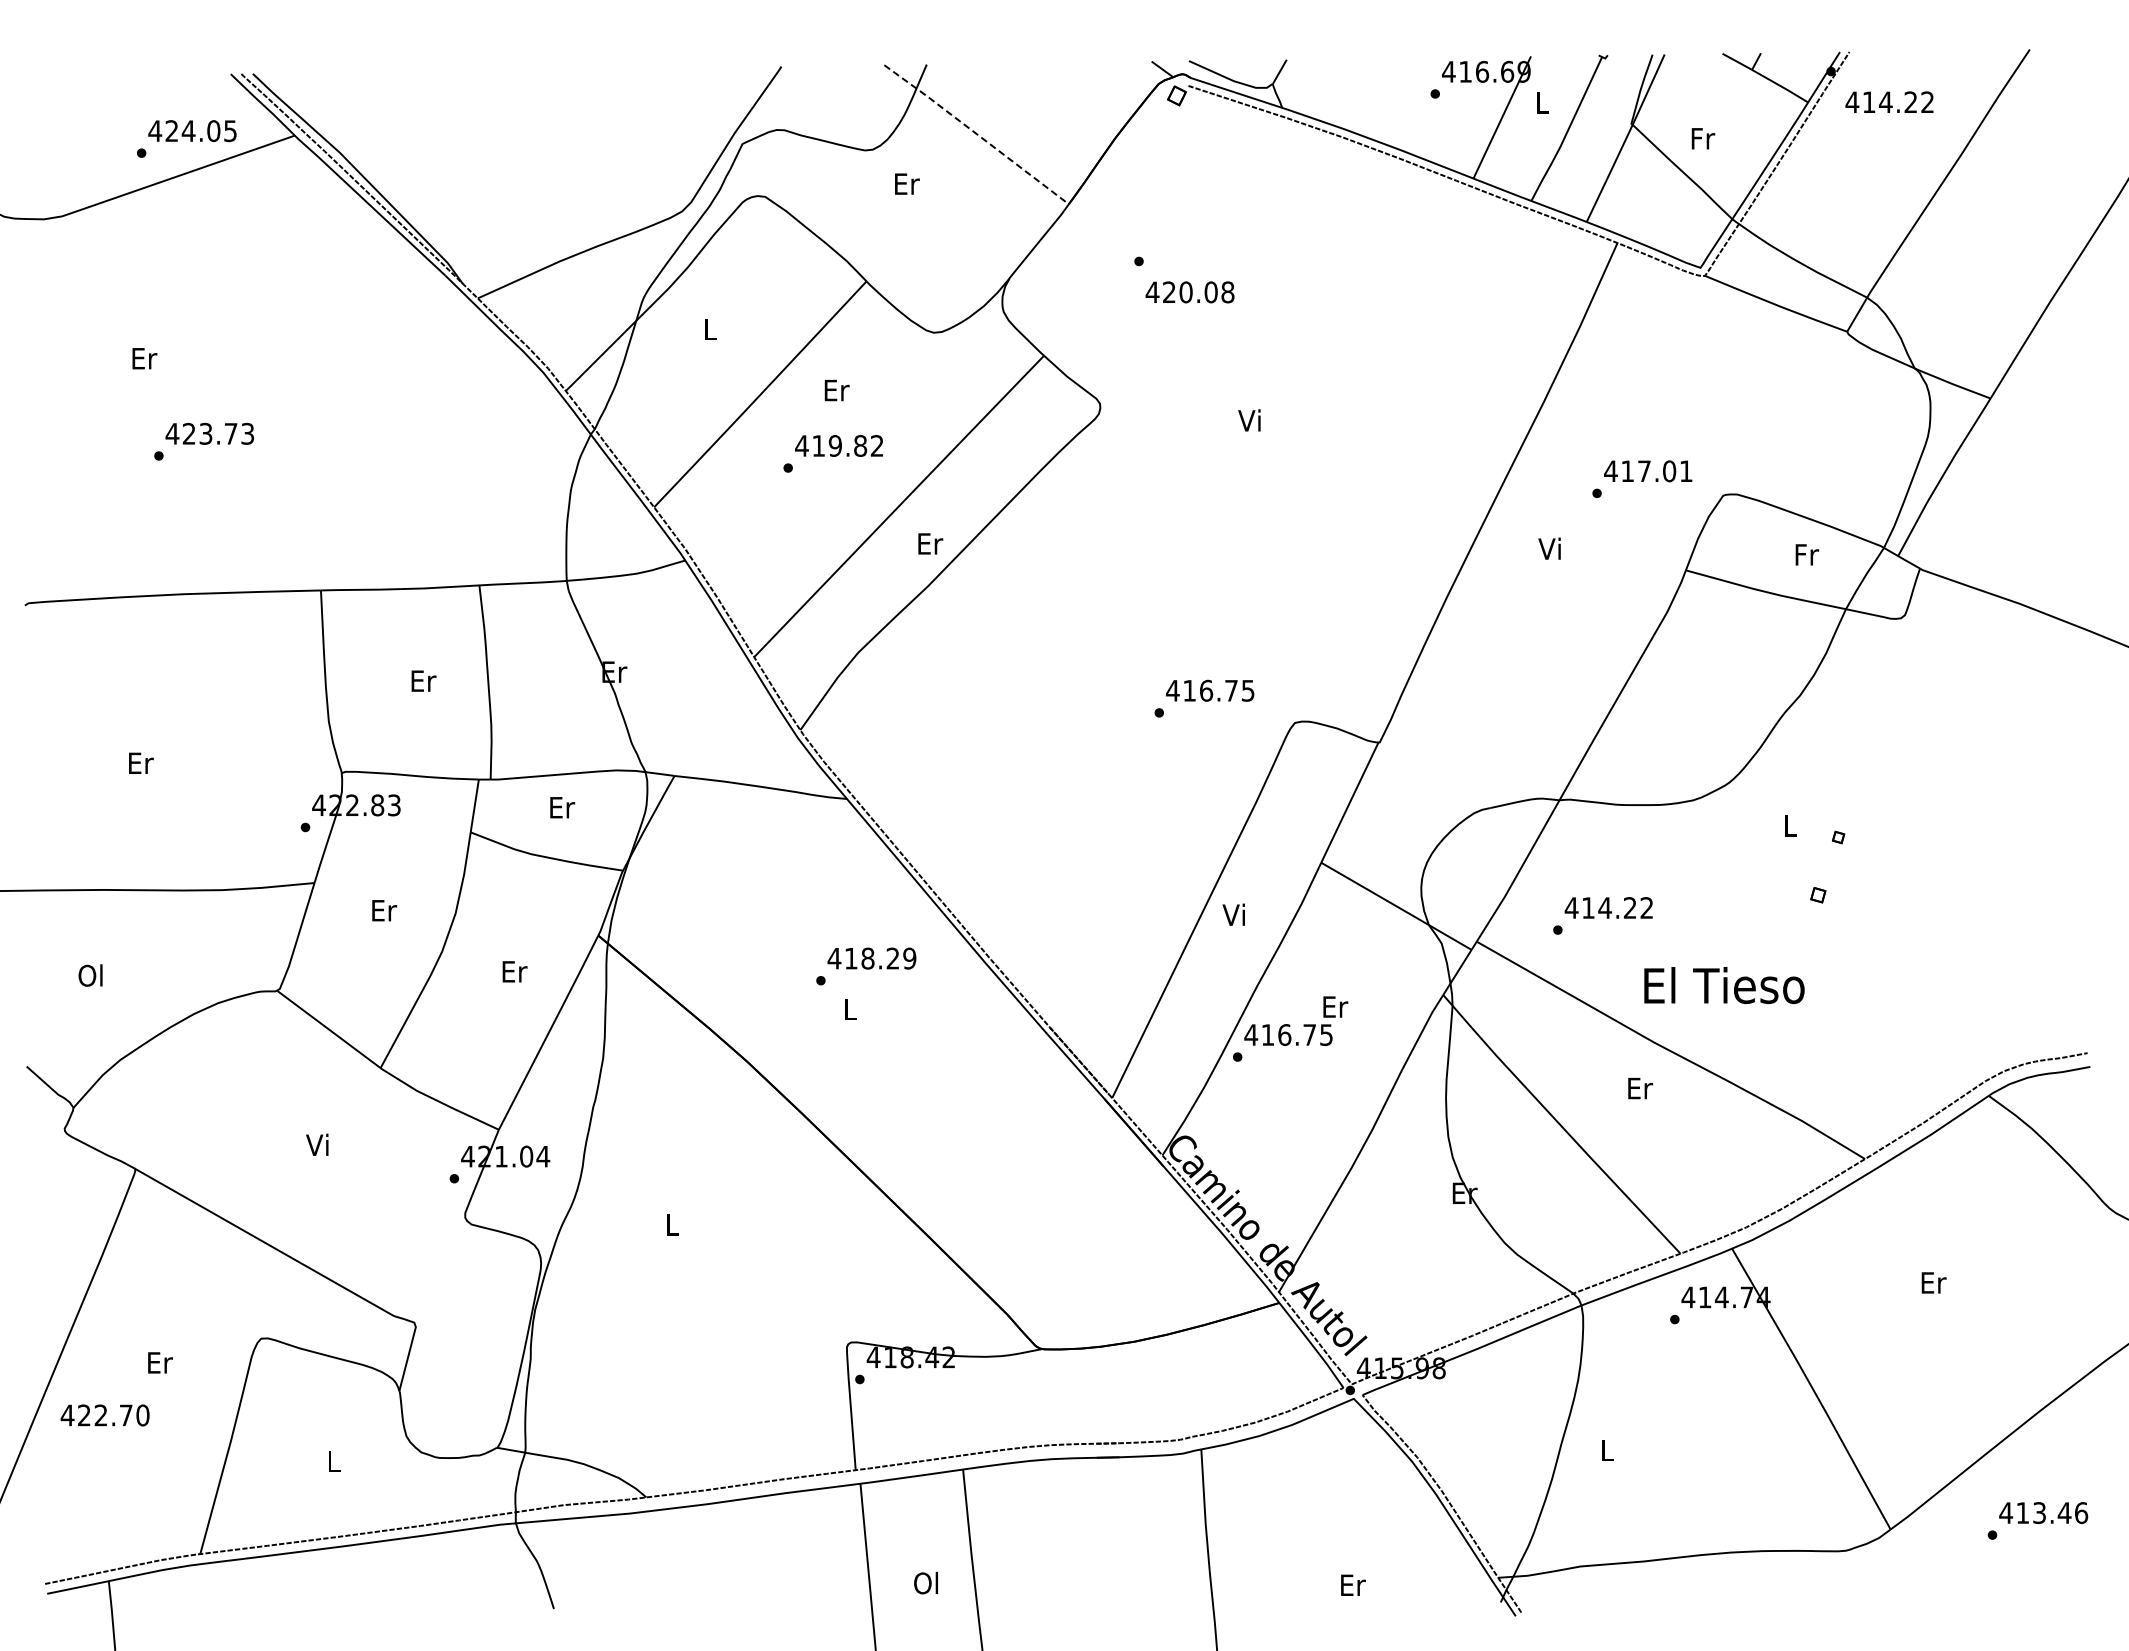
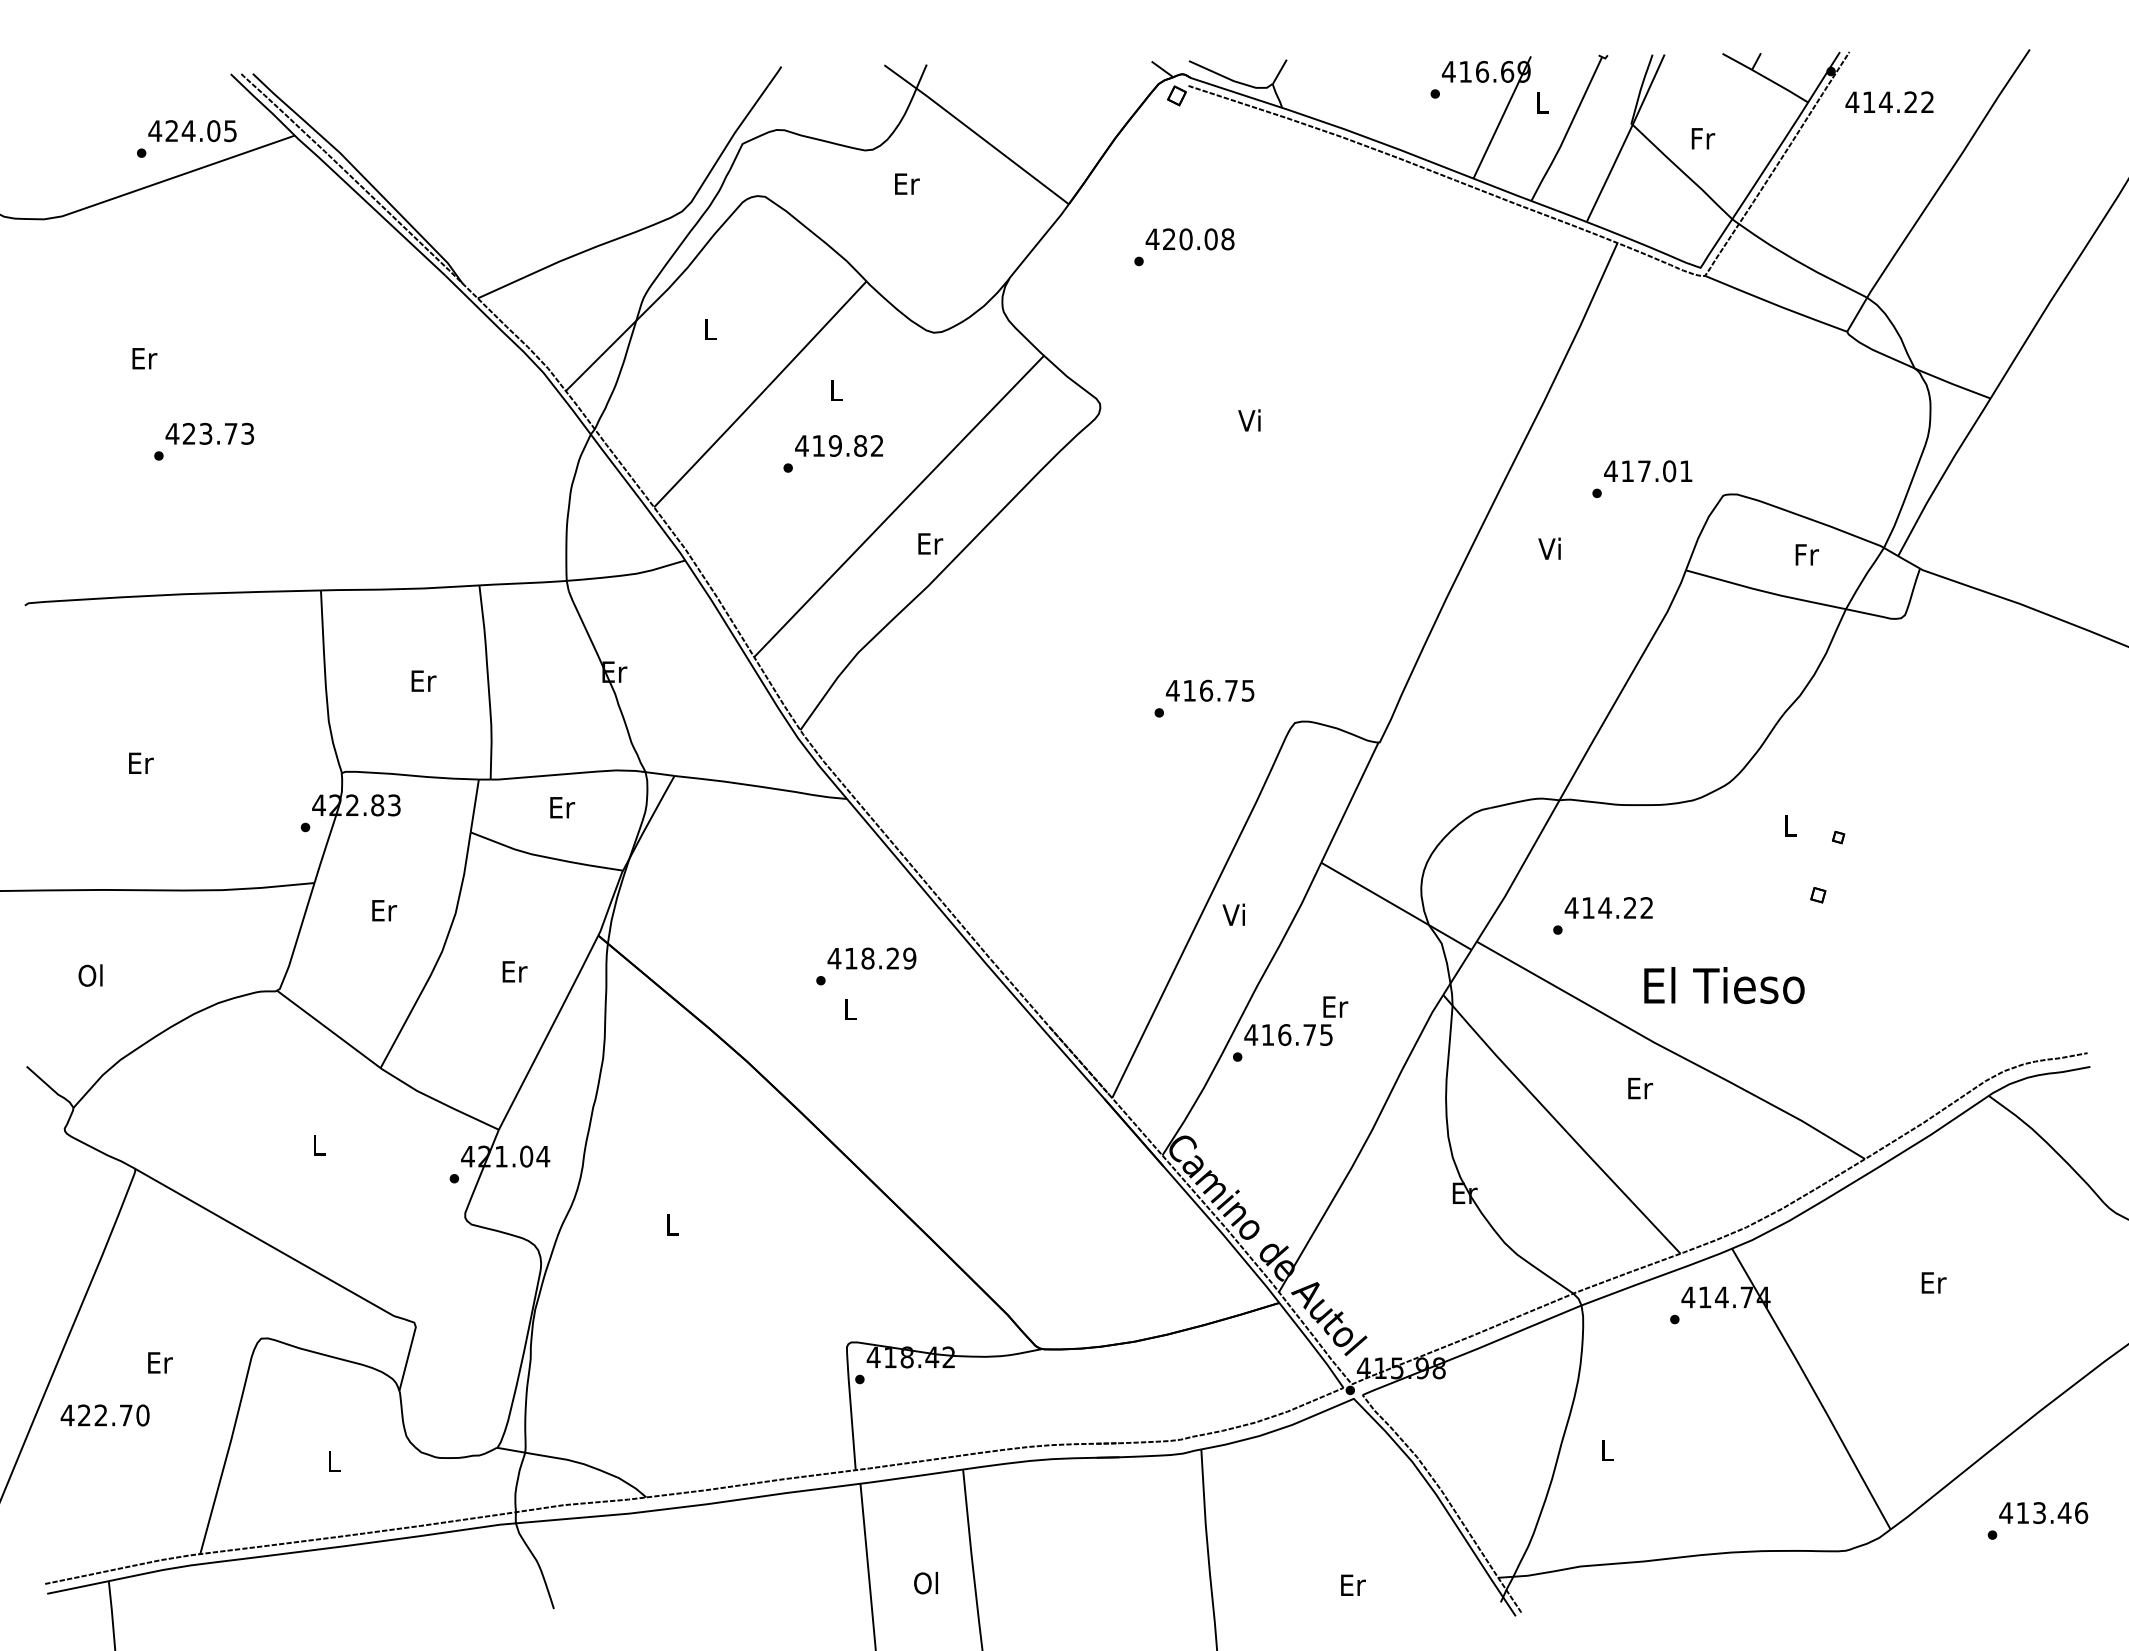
line at (977, 134): dashed -> solid
text at (1189, 292) position: (1189, 292) -> (1189, 239)
text at (836, 390): Er -> L
text at (317, 1144): Vi -> L
